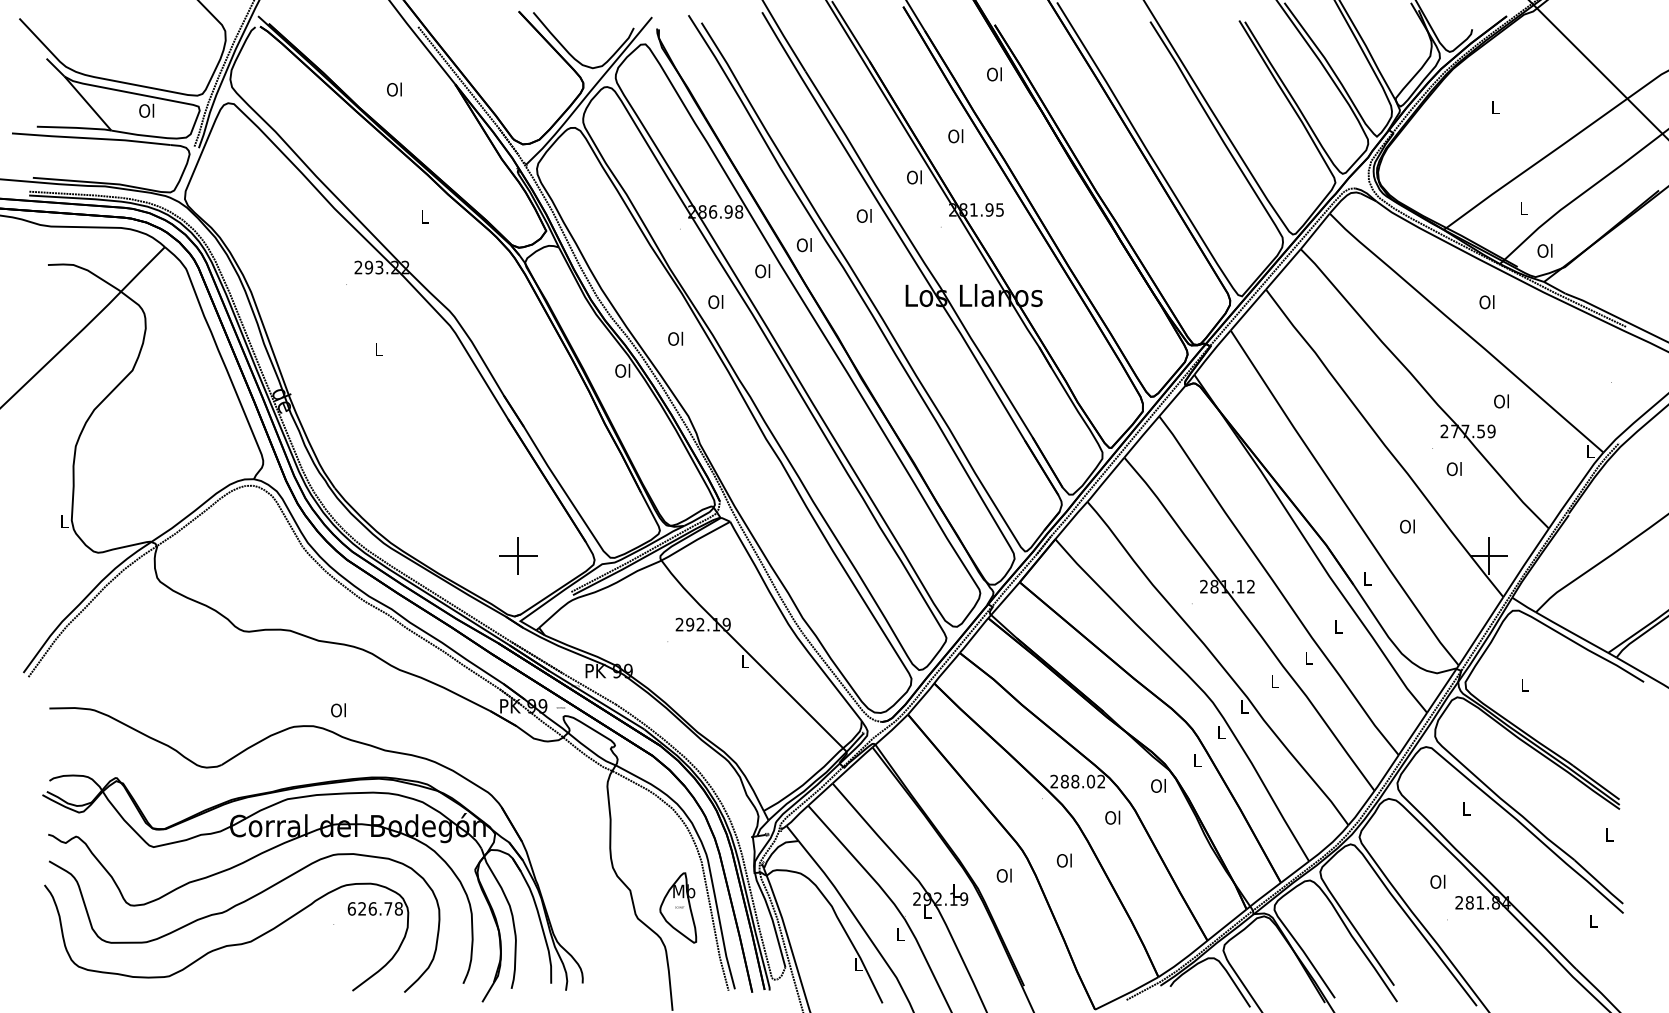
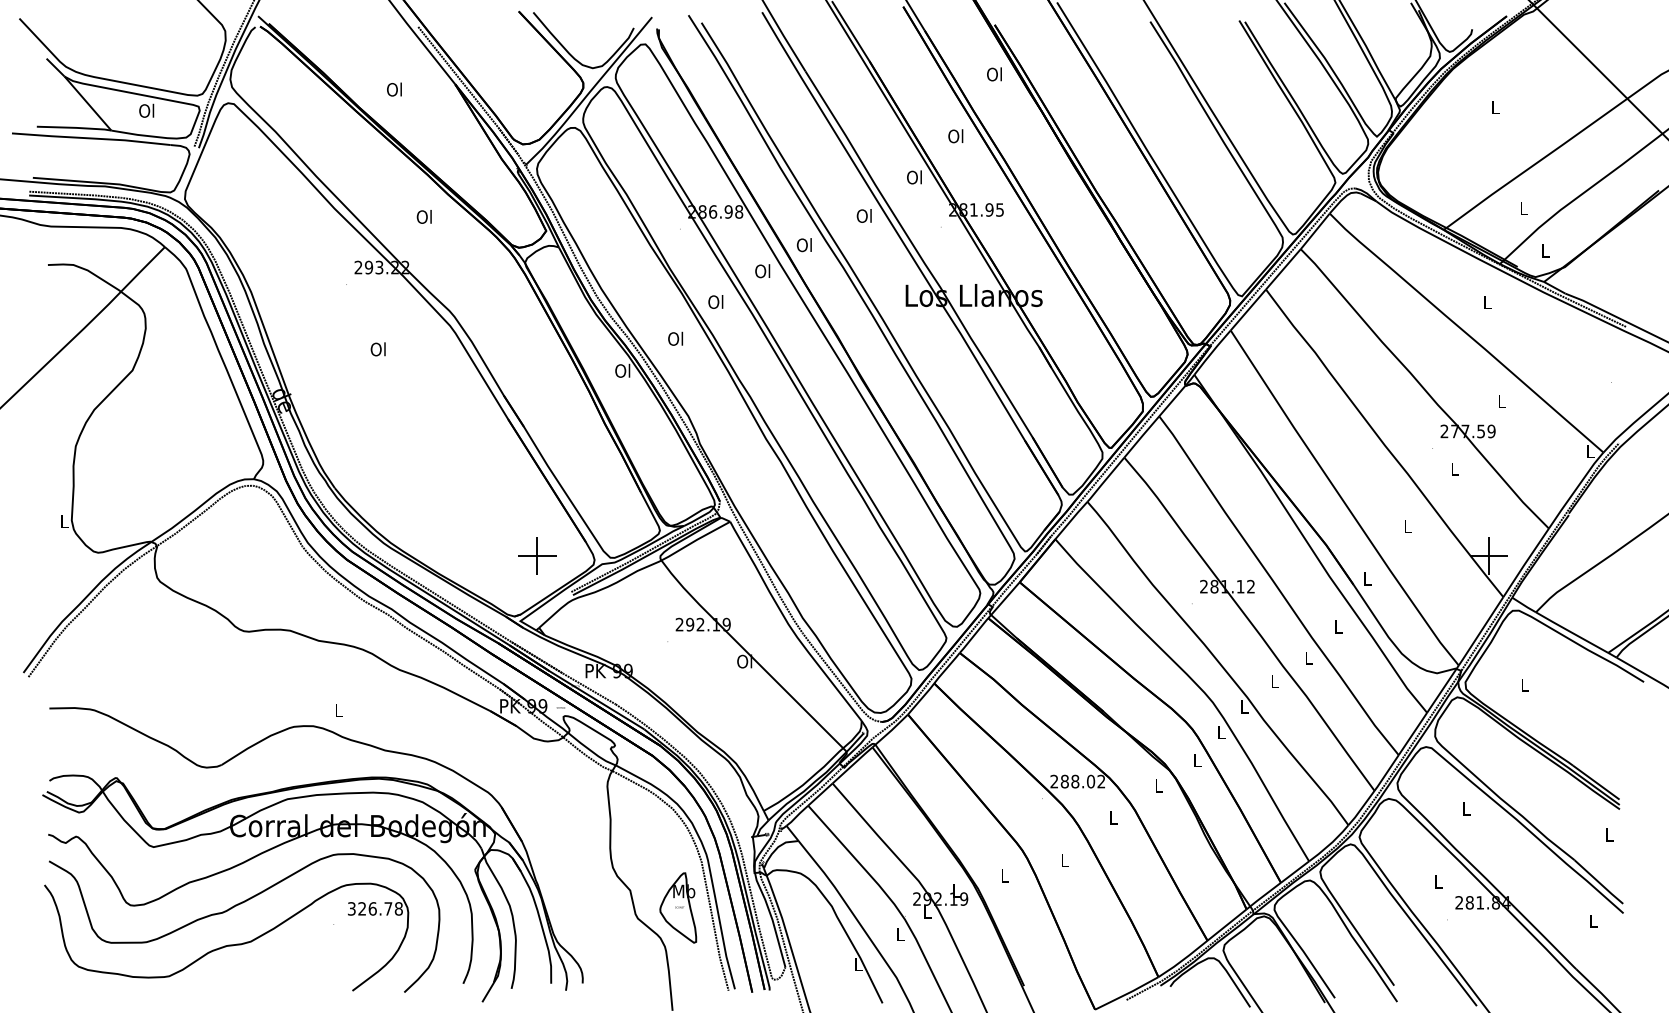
text at (423, 216): L -> Ol
text at (1544, 250): Ol -> L
text at (1486, 302): Ol -> L
text at (377, 349): L -> Ol
text at (1501, 401): Ol -> L
text at (1453, 469): Ol -> L
text at (1407, 526): Ol -> L
part at (518, 555) position: (518, 555) -> (537, 555)
text at (744, 661): L -> Ol
text at (338, 710): Ol -> L
text at (1158, 785): Ol -> L
text at (1112, 817): Ol -> L
text at (1063, 860): Ol -> L
text at (1003, 875): Ol -> L
text at (1437, 881): Ol -> L
text at (351, 908): 626.78 -> 326.78
